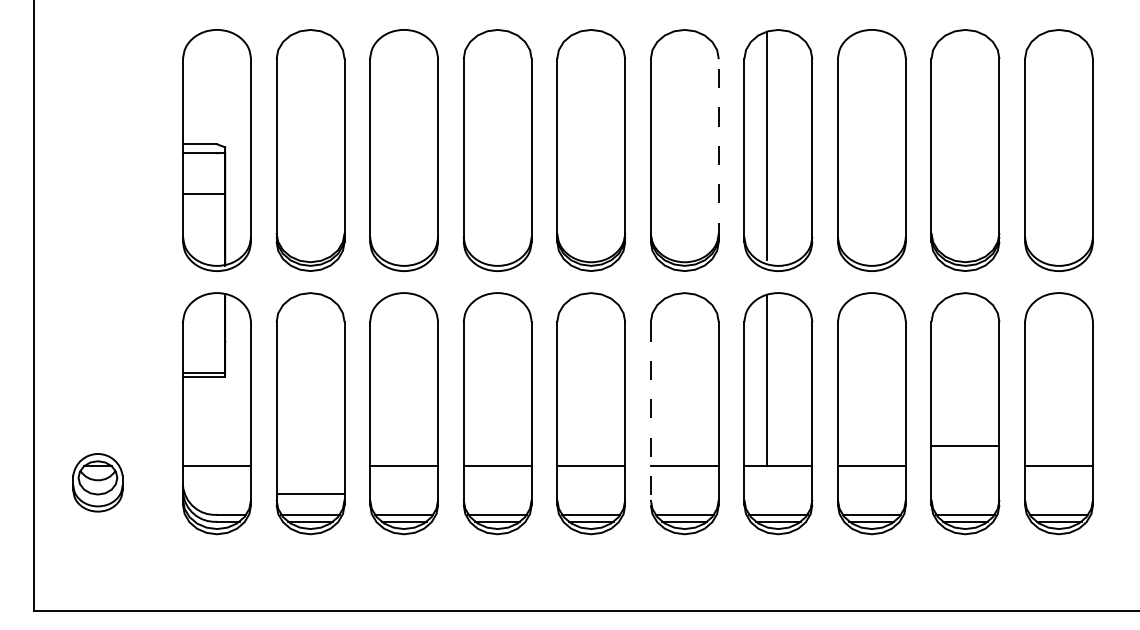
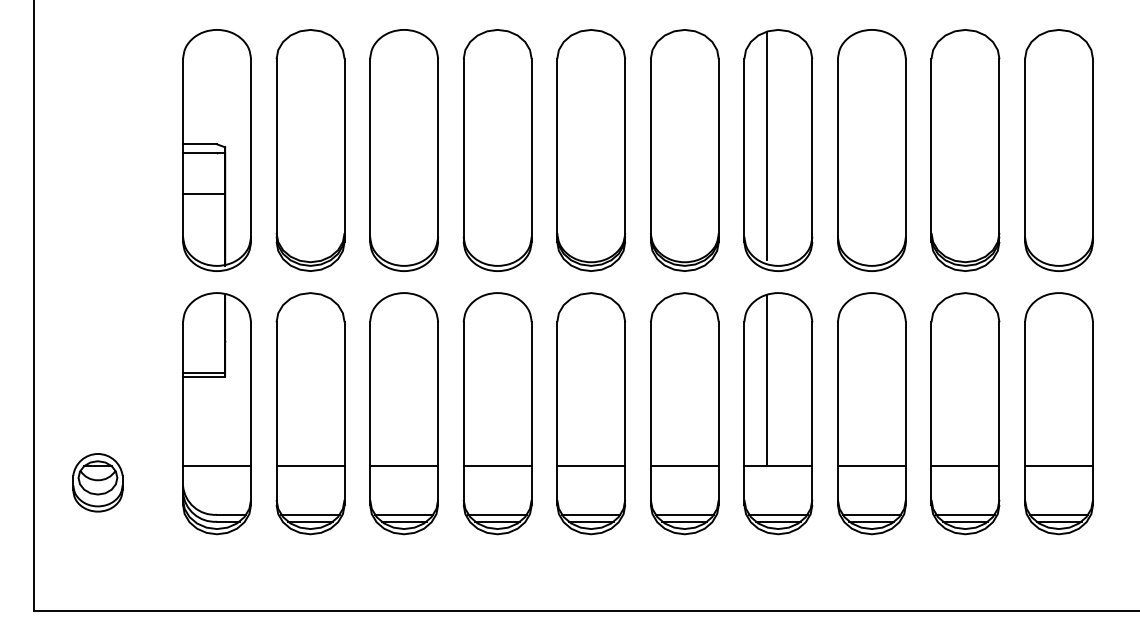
line at (718, 150): dashed -> solid
line at (650, 414): dashed -> solid
line at (965, 445) position: (965, 445) -> (965, 465)
line at (310, 493) position: (310, 493) -> (310, 465)
